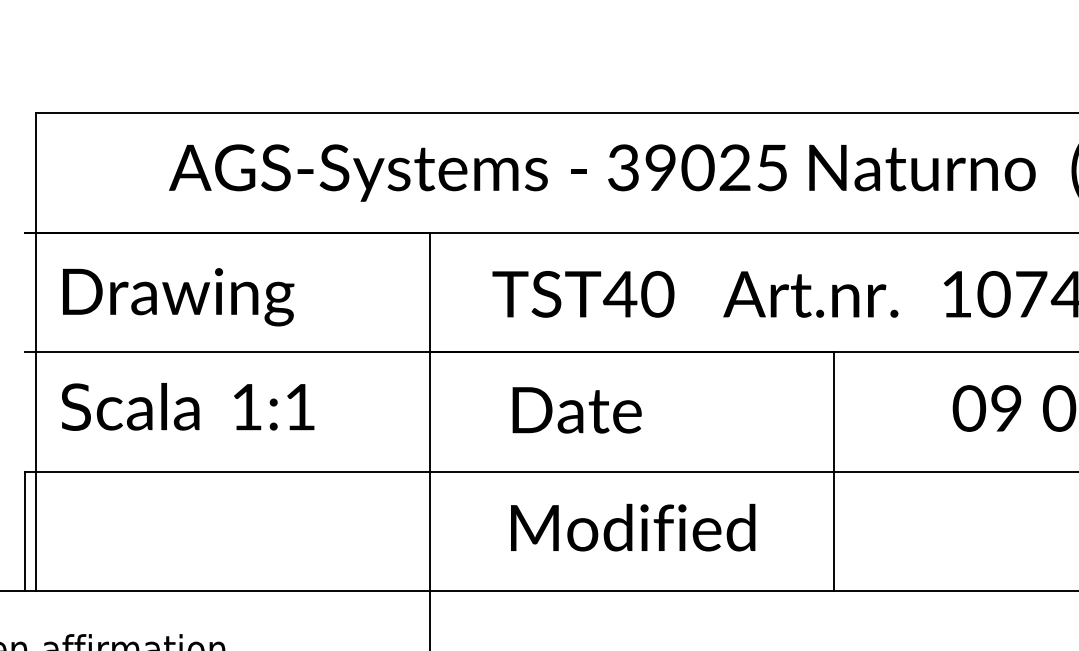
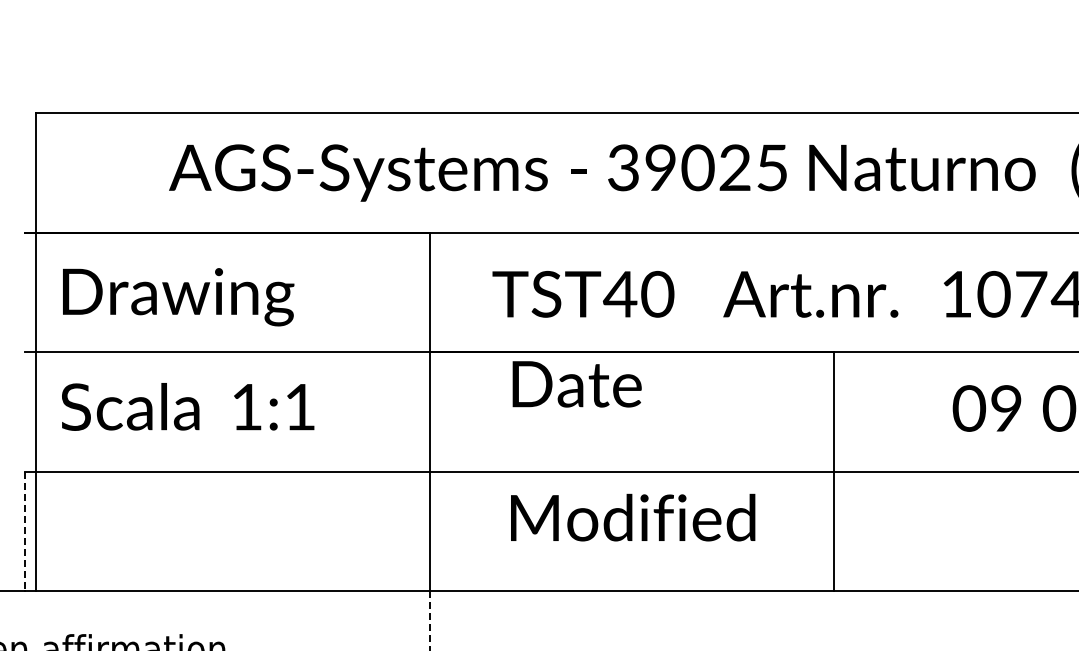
text at (576, 410) position: (576, 410) -> (576, 384)
text at (633, 527) position: (633, 527) -> (633, 517)
line at (25, 531): solid -> dashed
line at (429, 620): solid -> dashed
